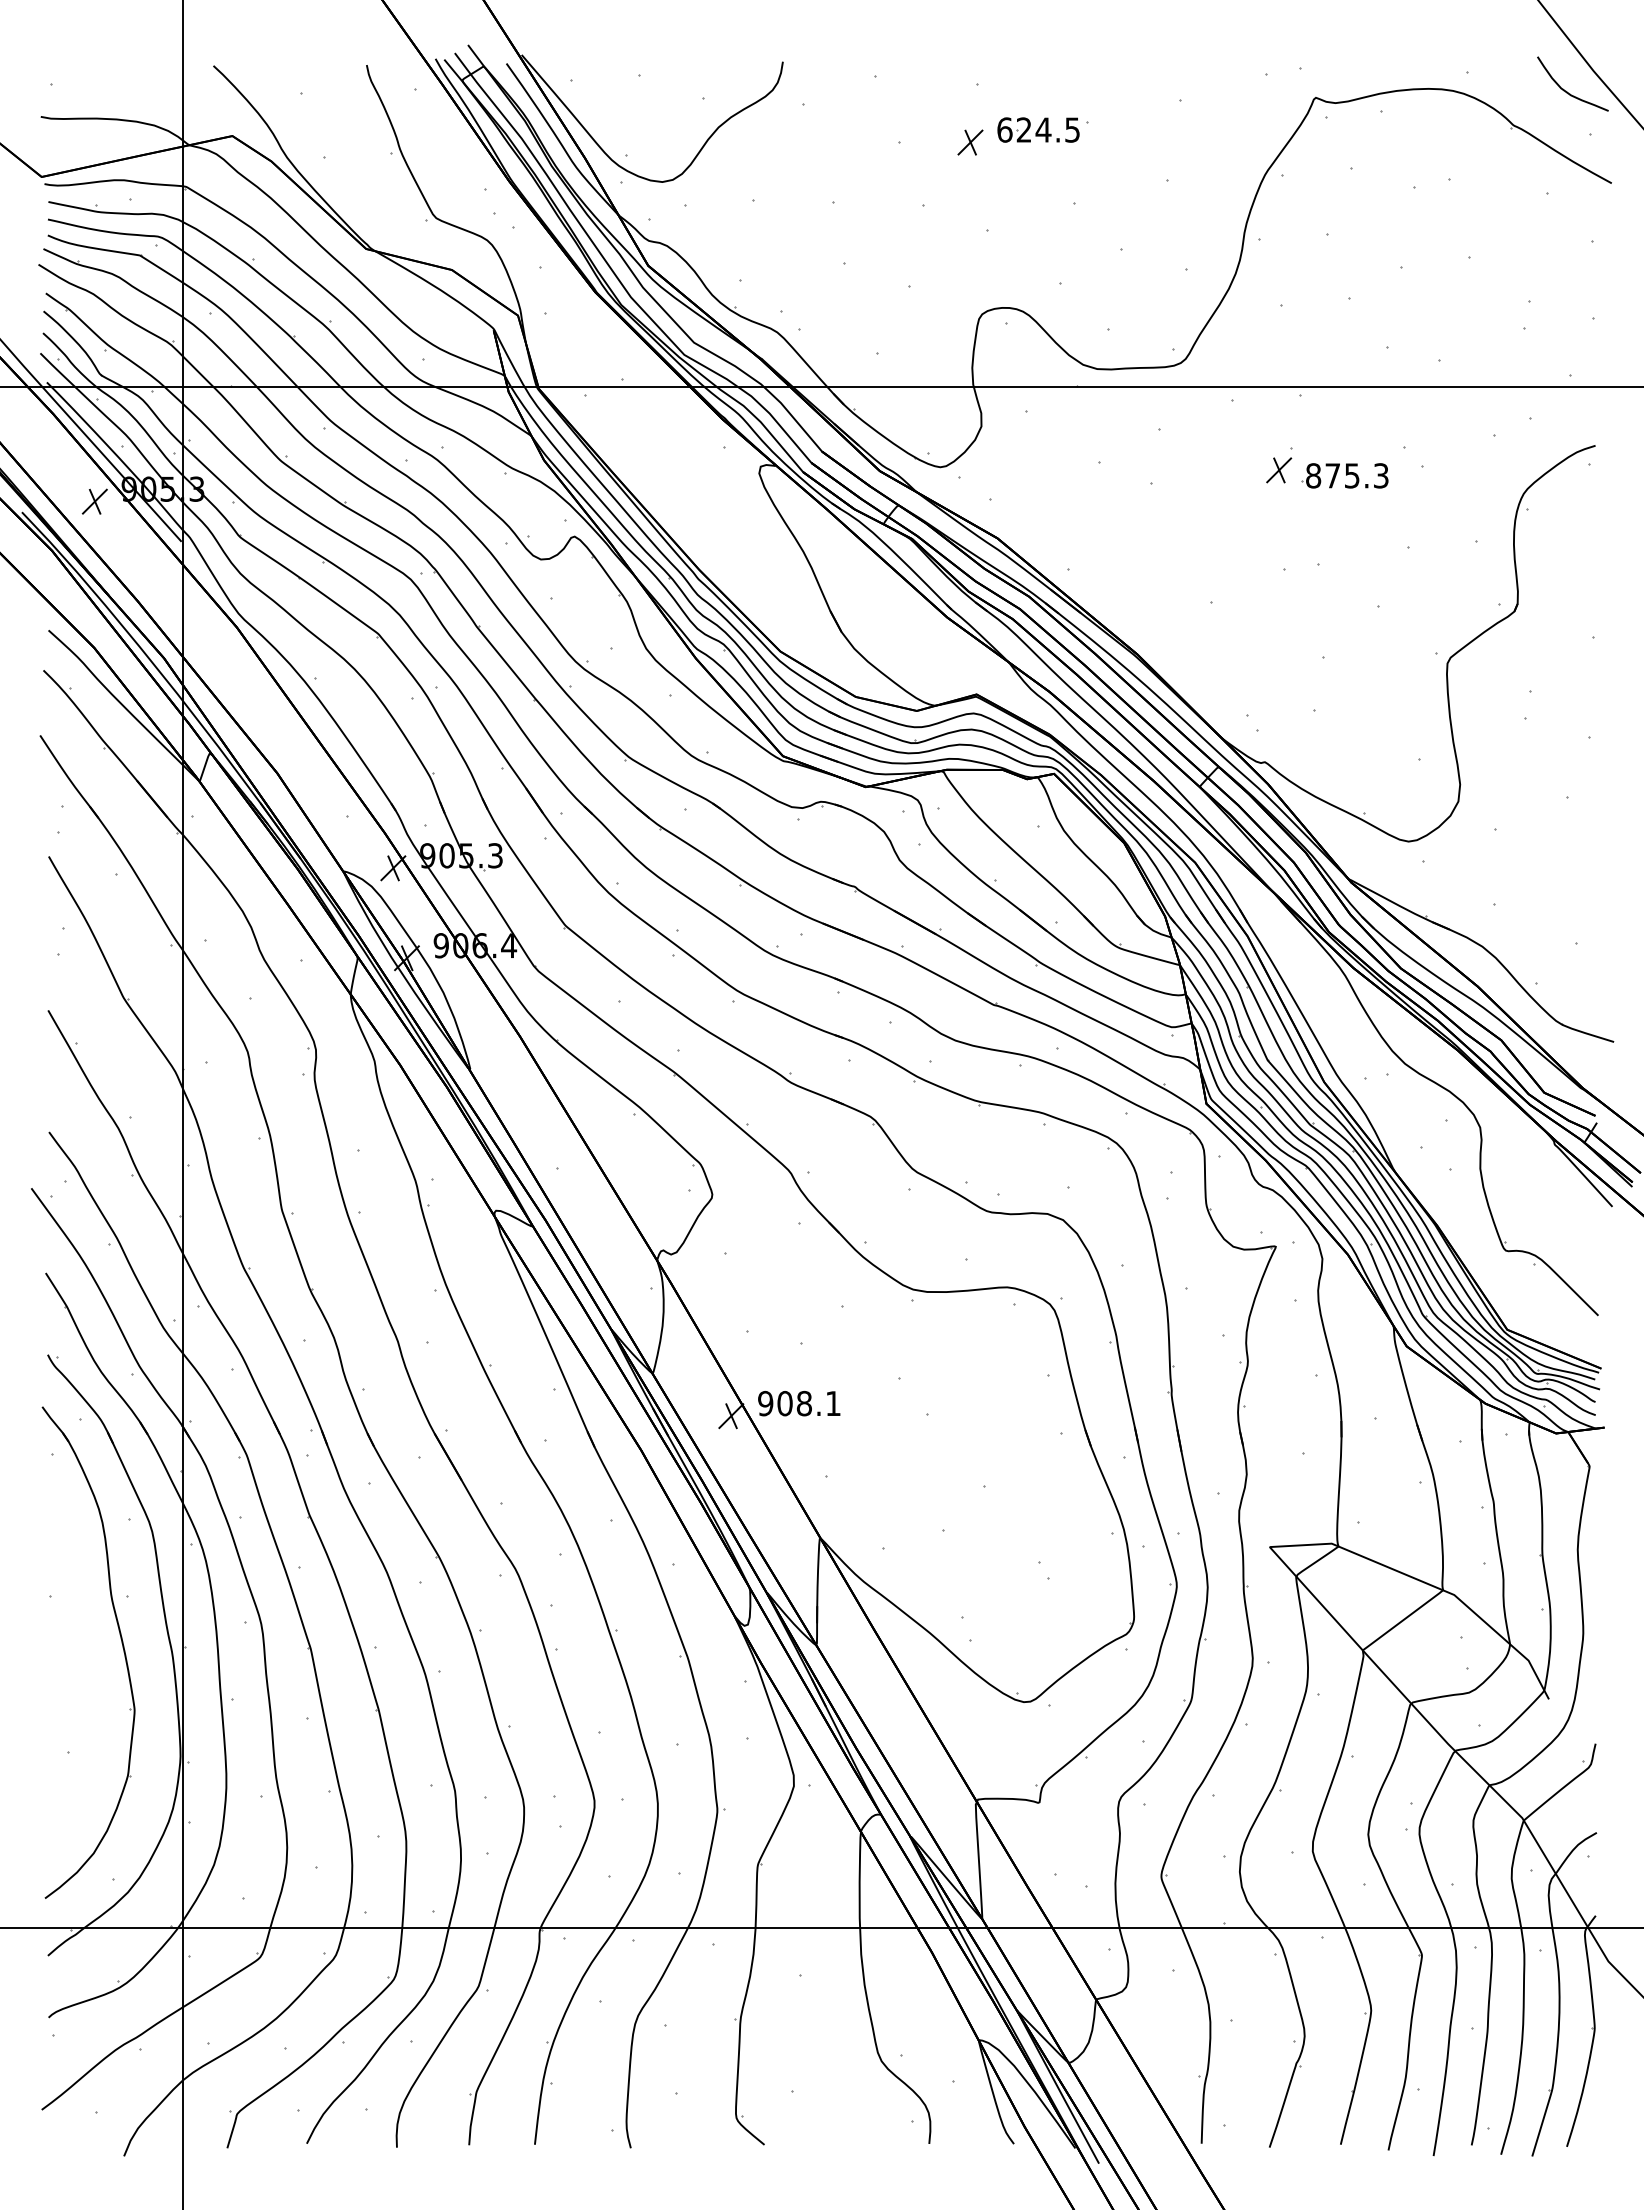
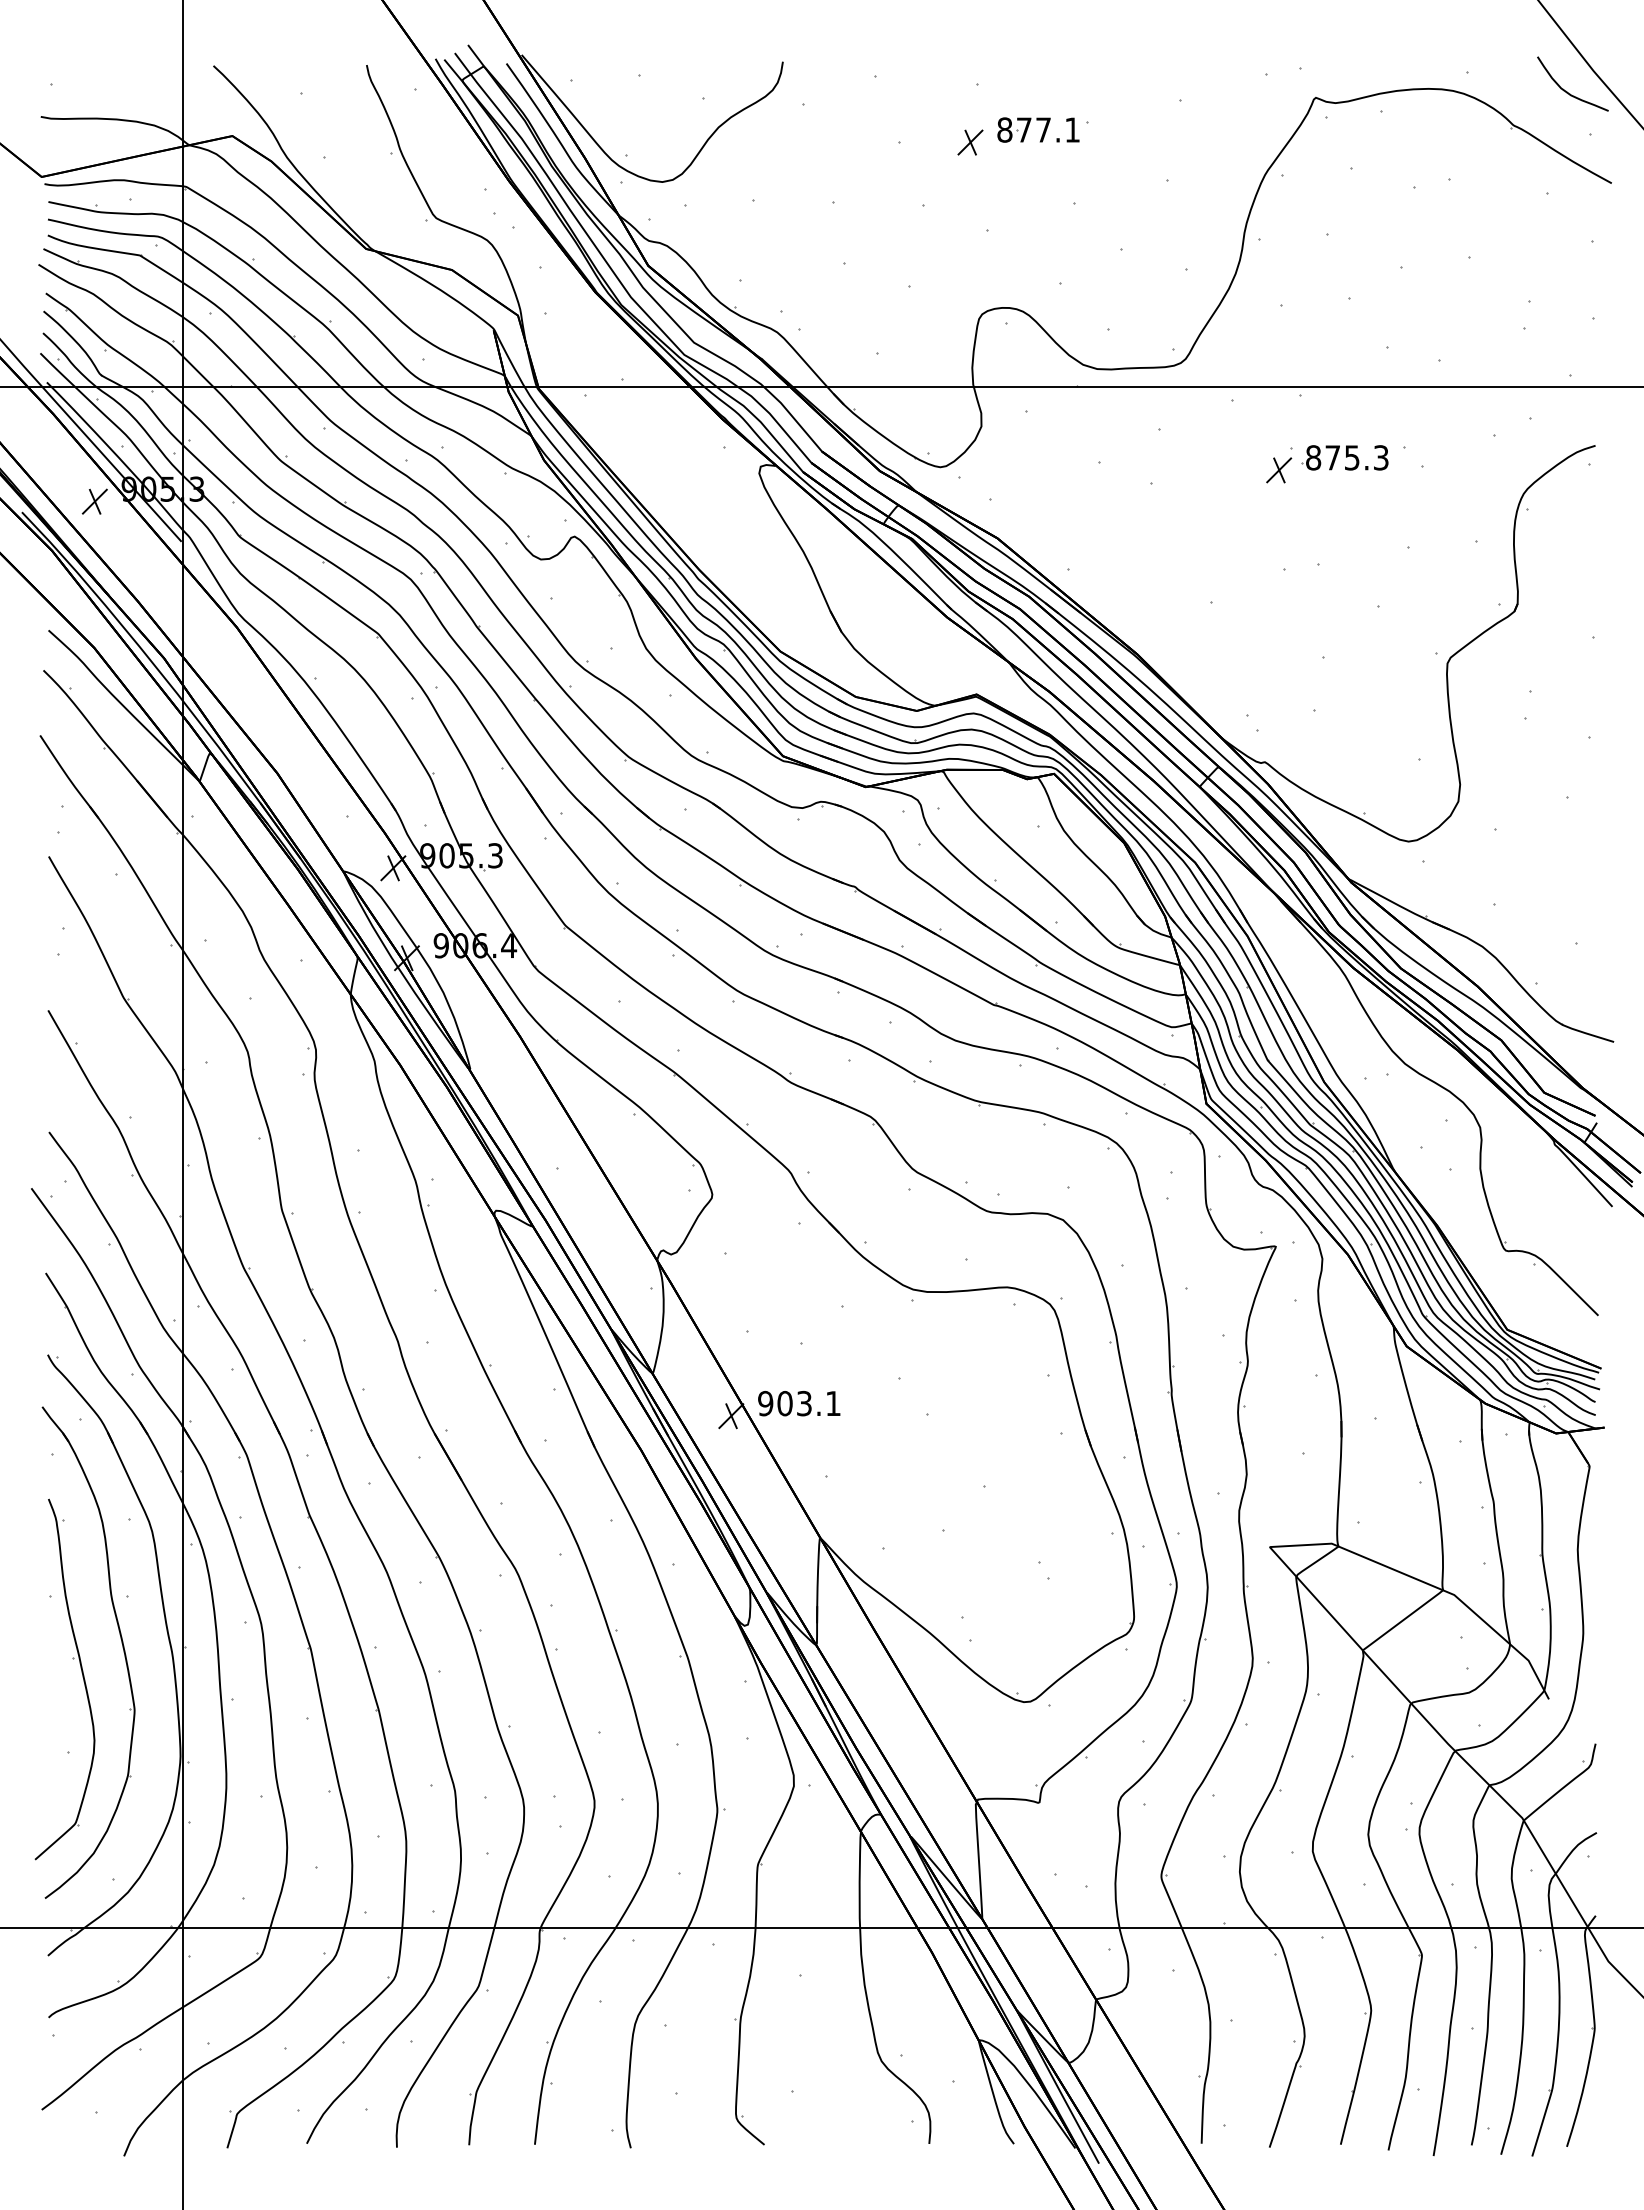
text at (1038, 129): 624.5 -> 877.1
part at (1344, 475) position: (1344, 475) -> (1344, 457)
text at (804, 1403): 908.1 -> 903.1
part at (82, 1677): none -> present
